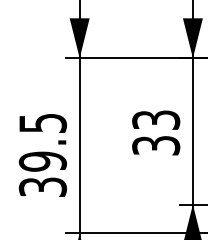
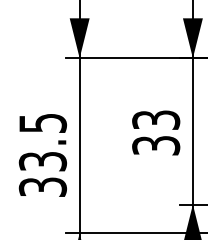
text at (42, 161): 39.5 -> 33.5
